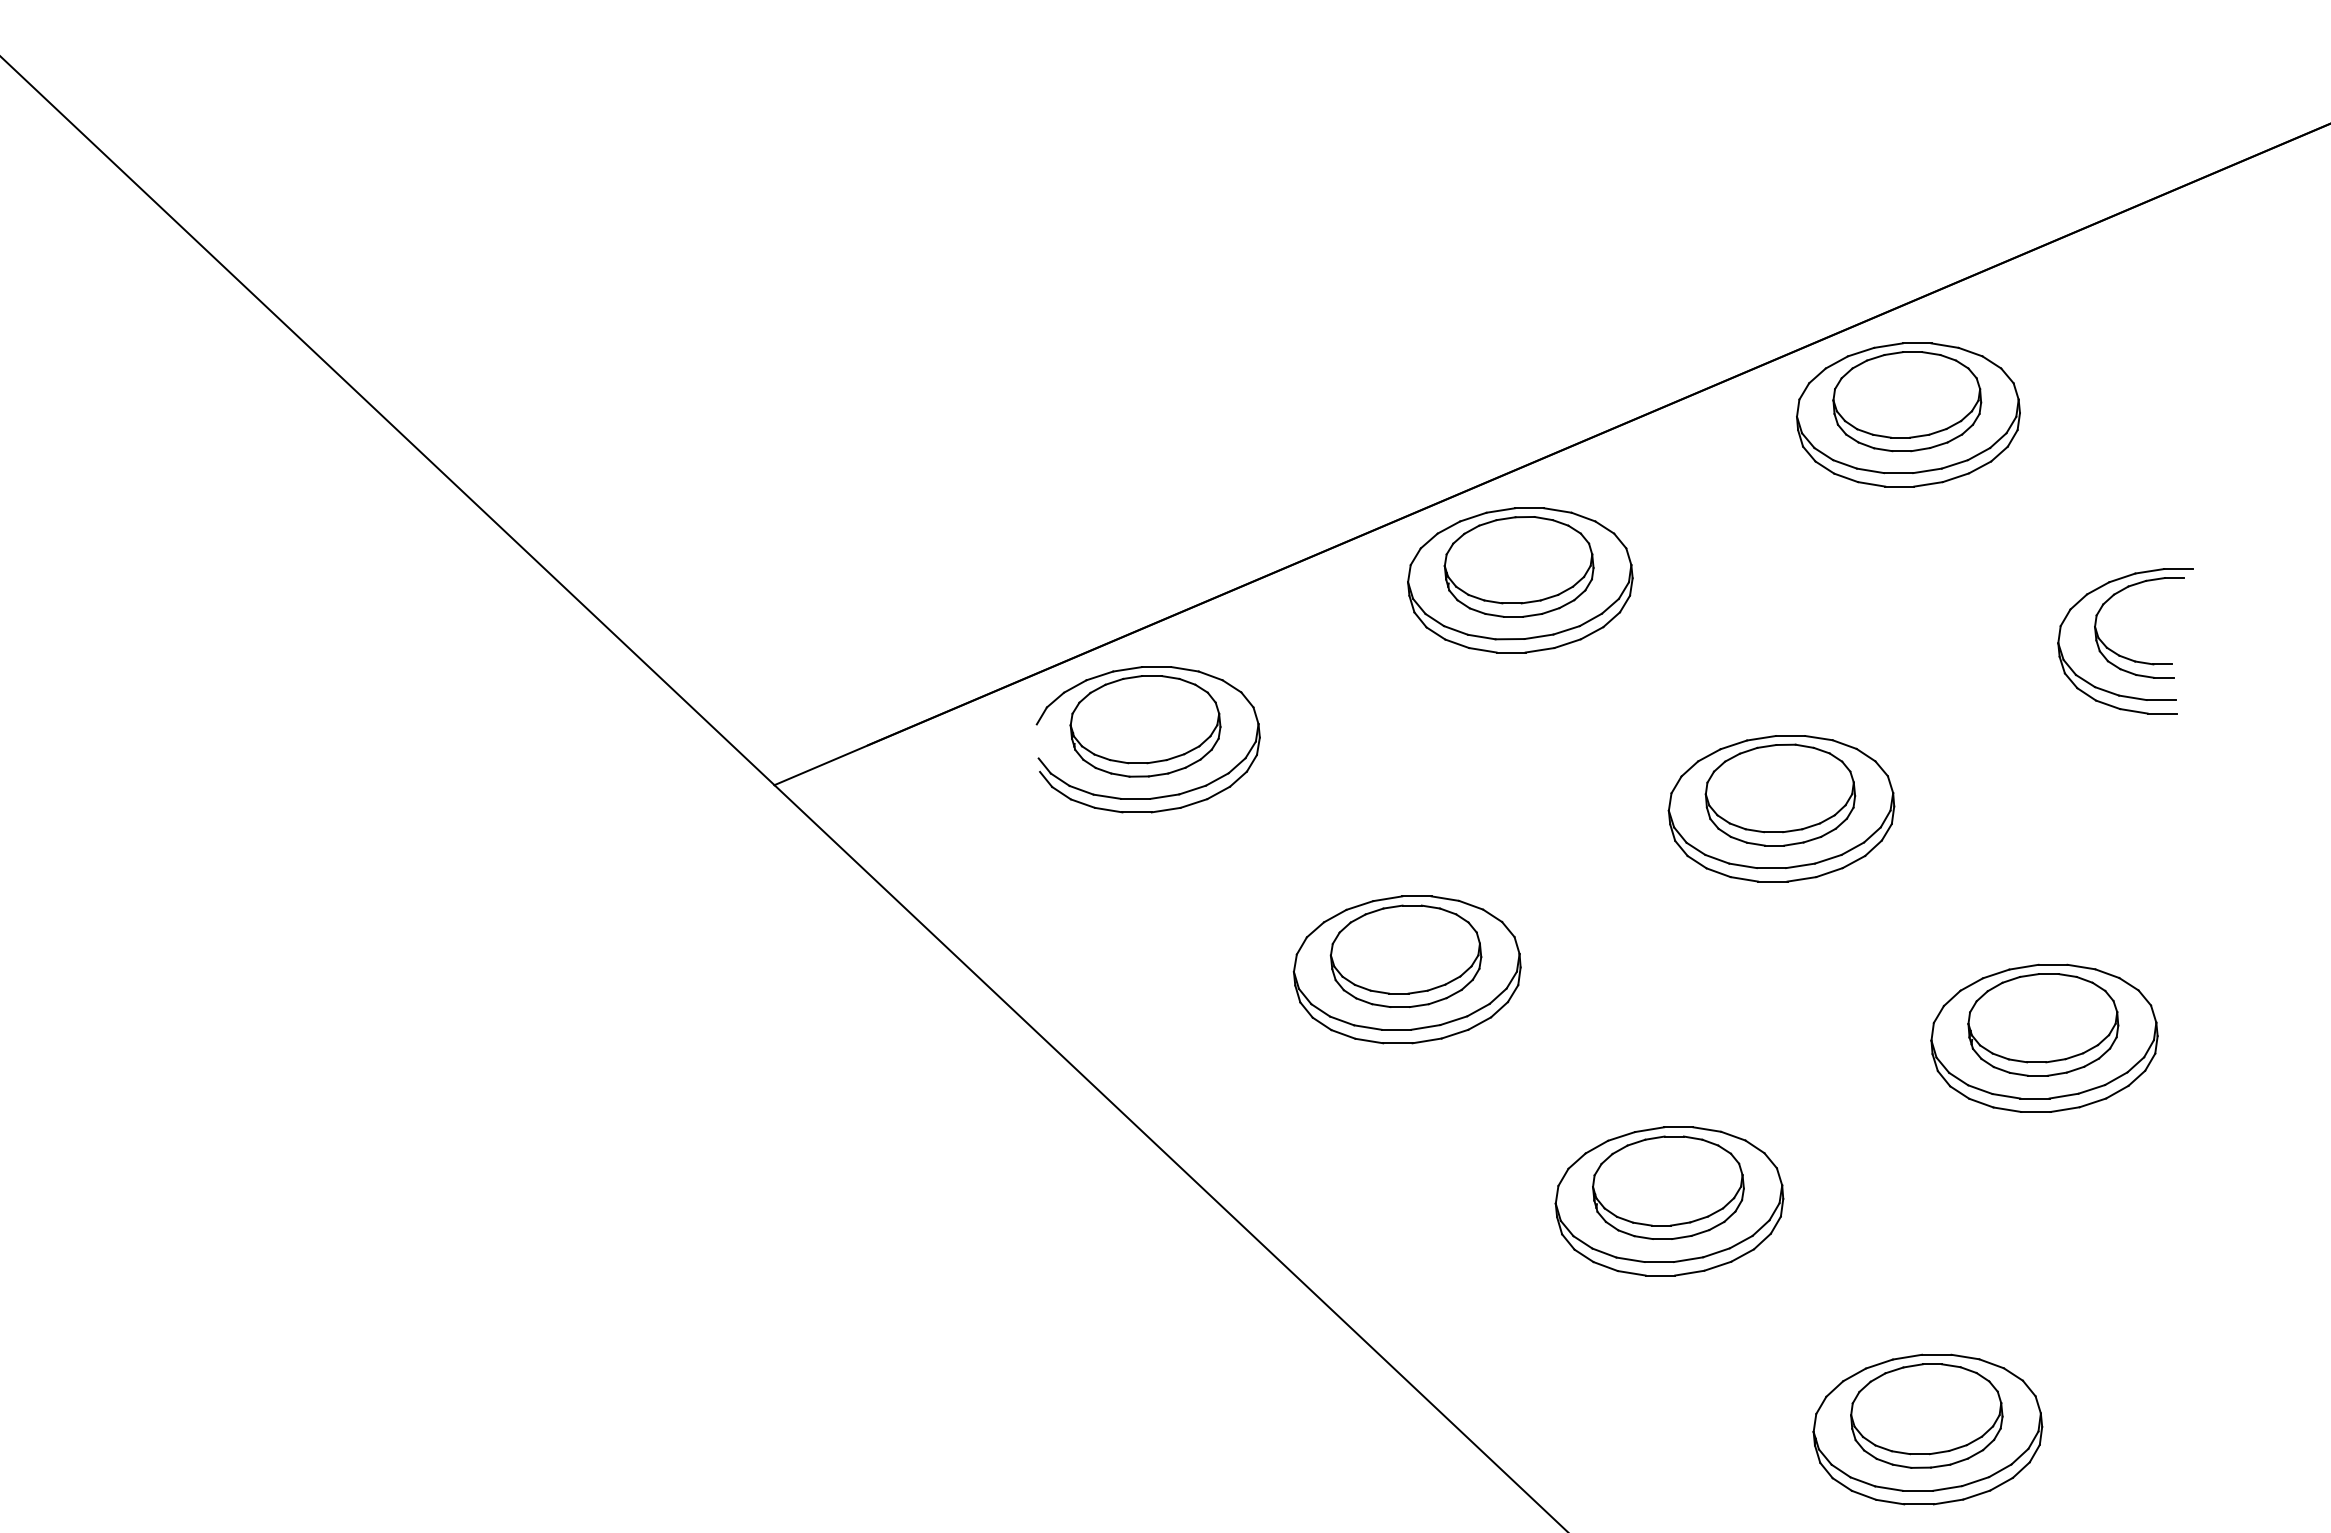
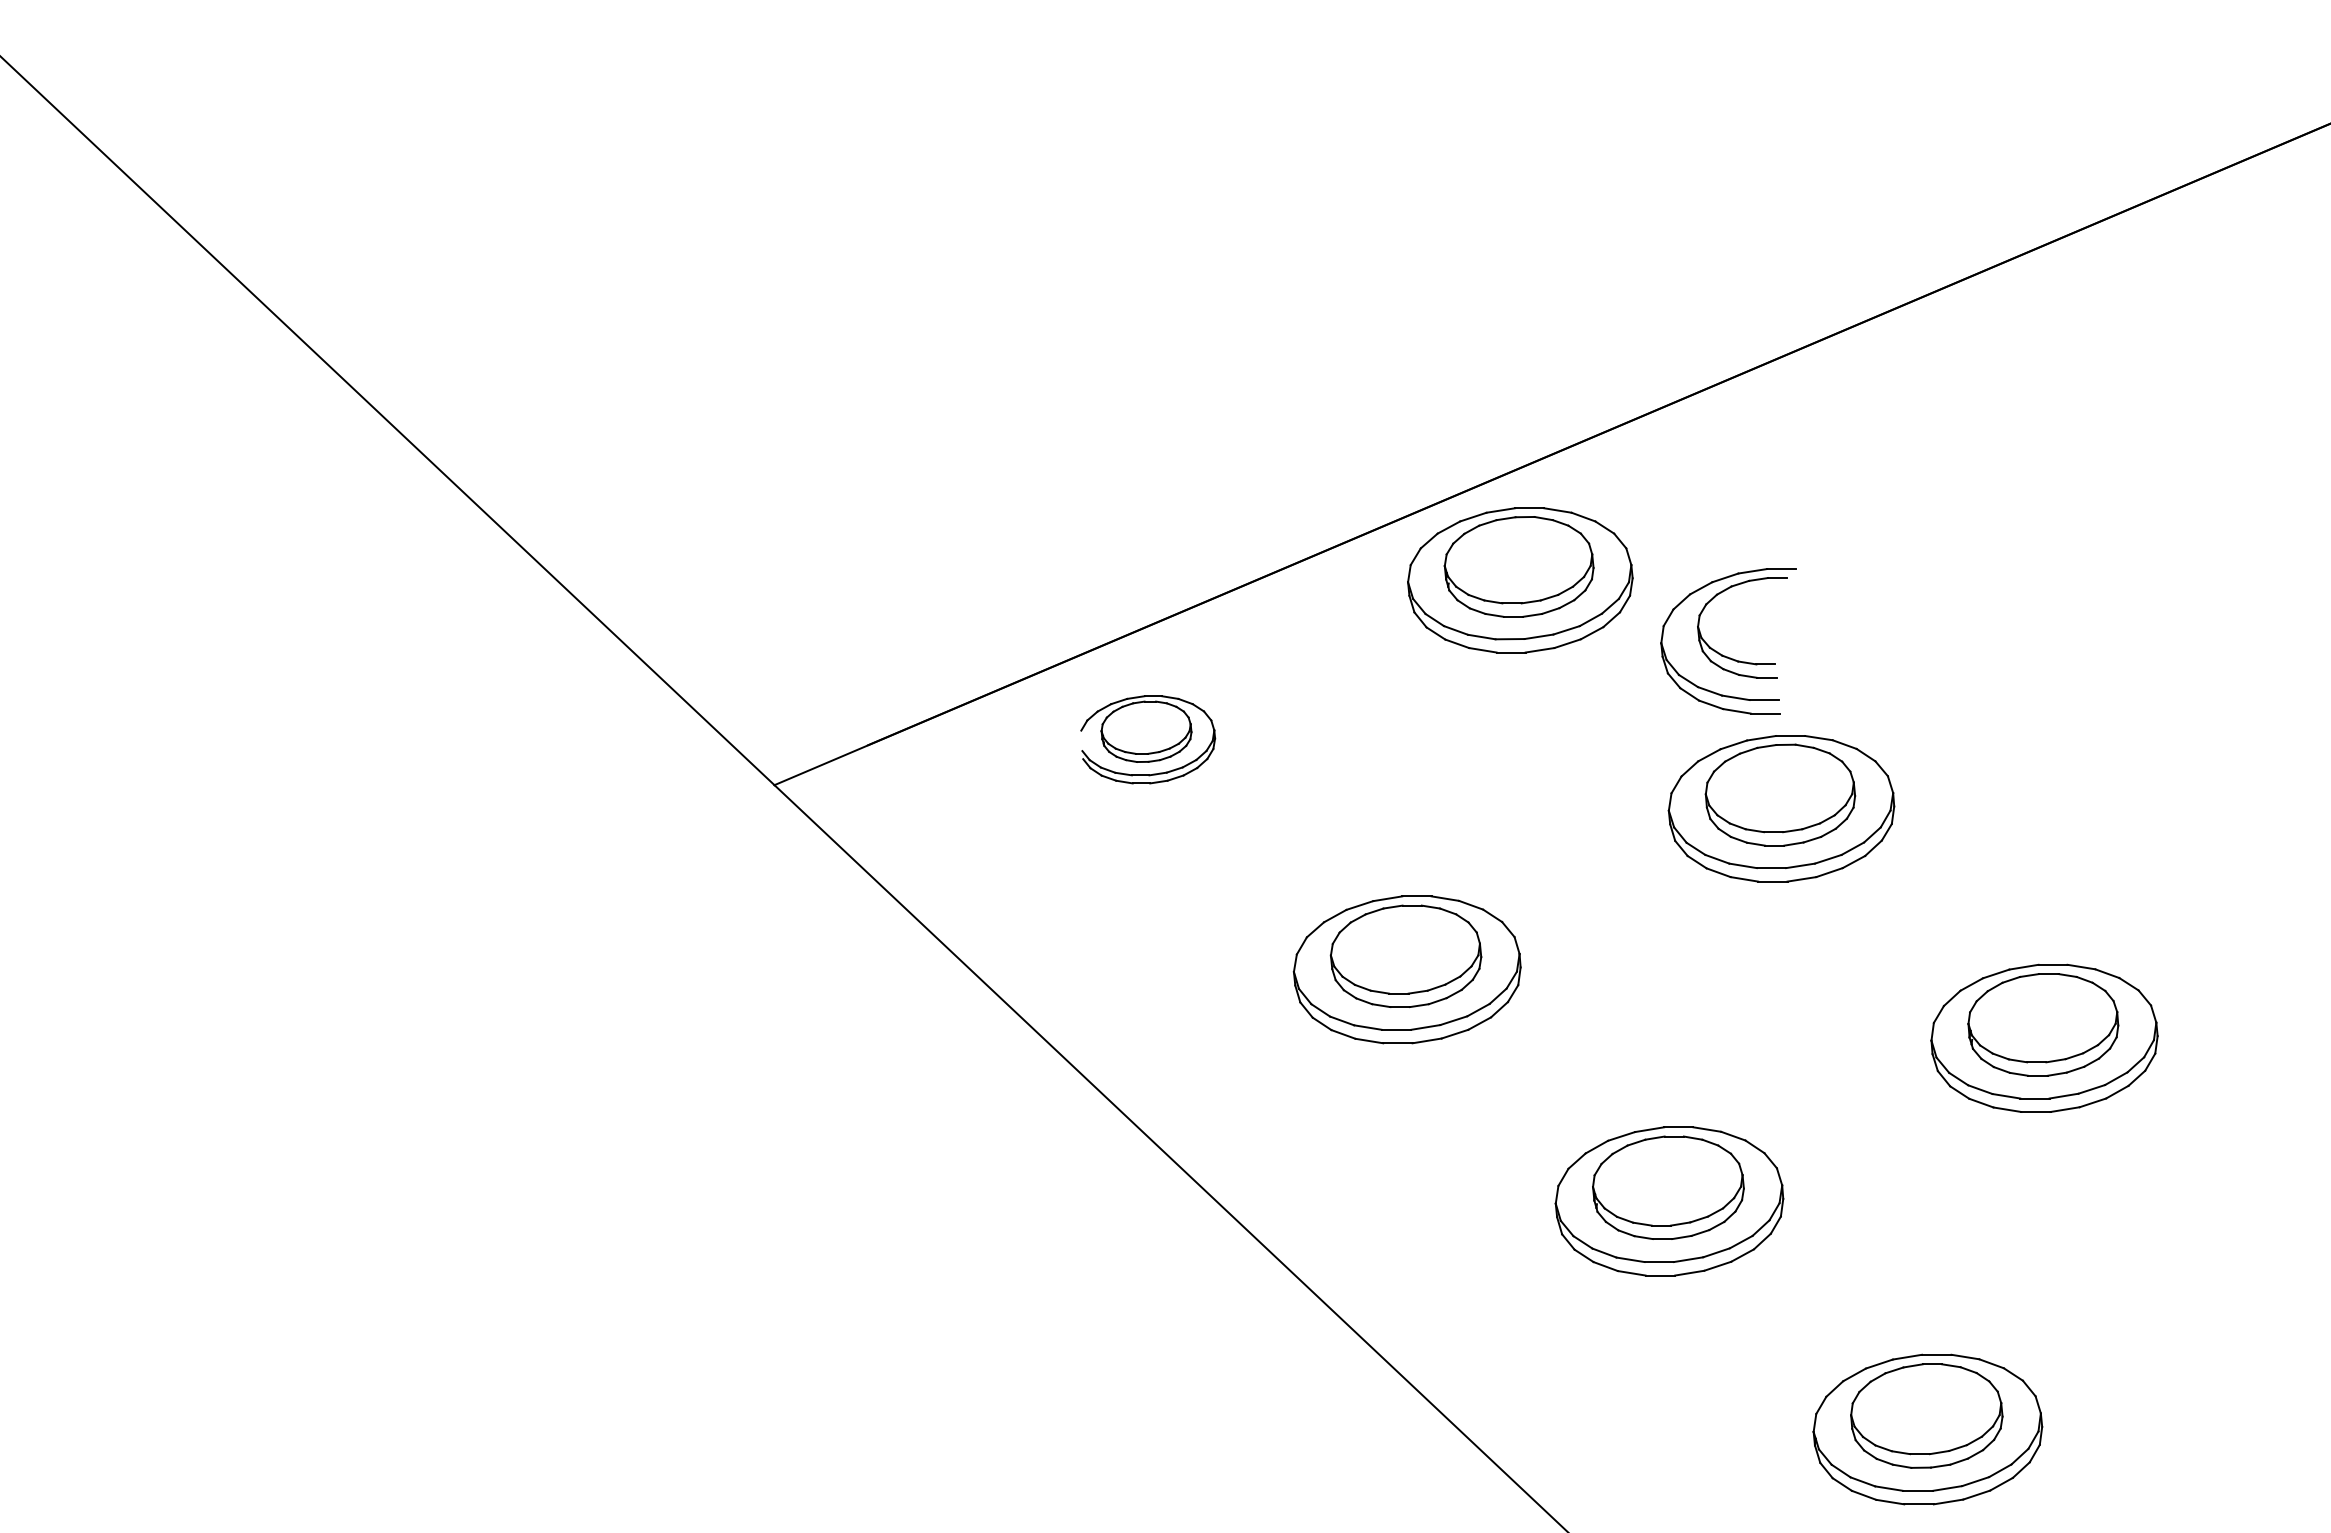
part at (1908, 414): present -> none
part at (2116, 652) position: (2116, 652) -> (1719, 652)
part at (1147, 739) size: 226x148 px -> 137x90 px
